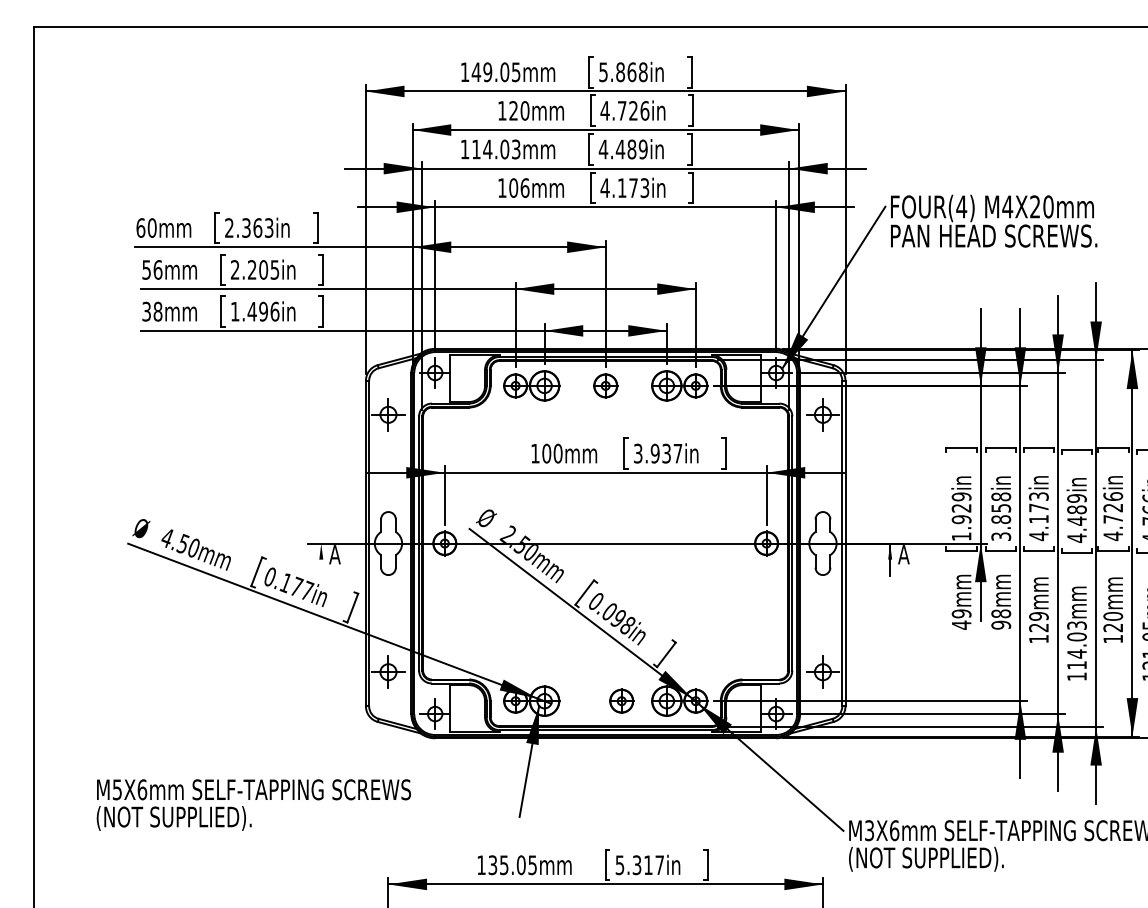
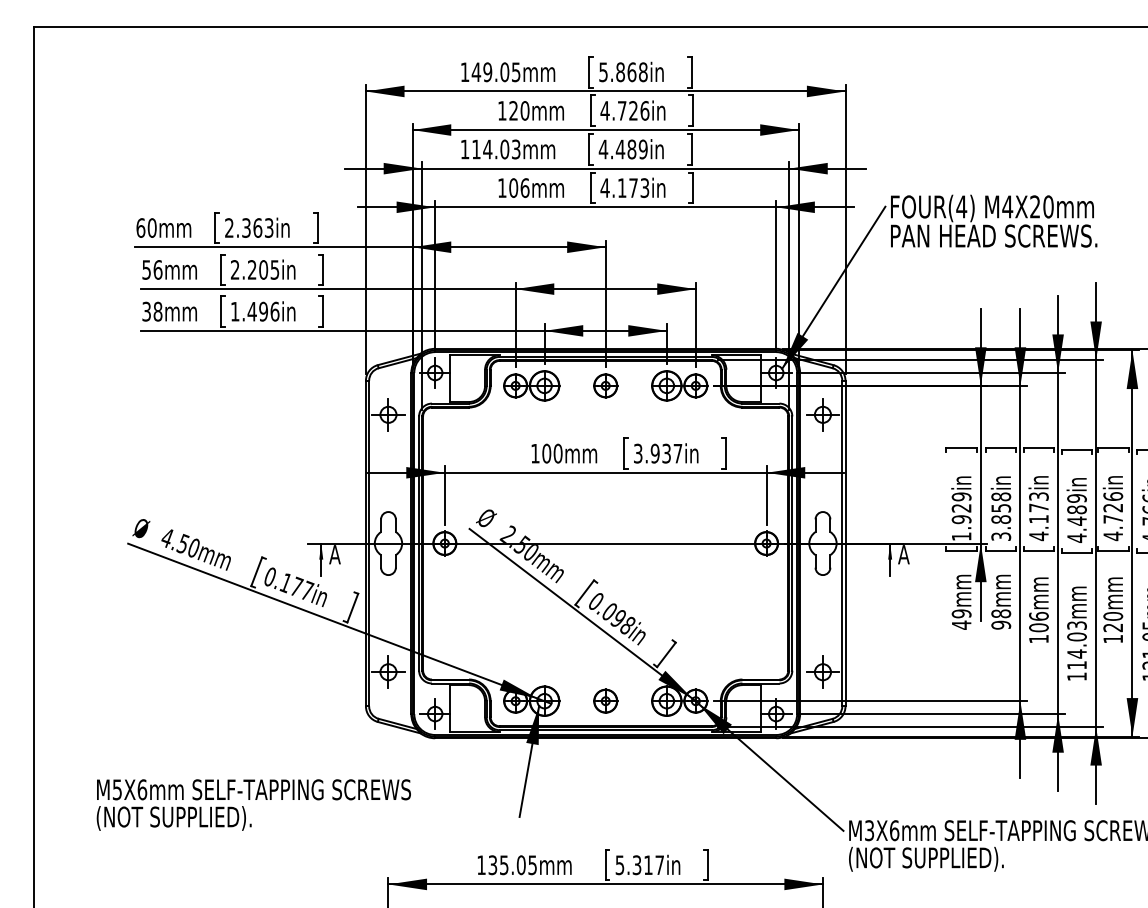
line at (321, 559): none -> present
text at (1038, 621): 129mm -> 106mm
part at (621, 700) position: (621, 700) -> (605, 700)
